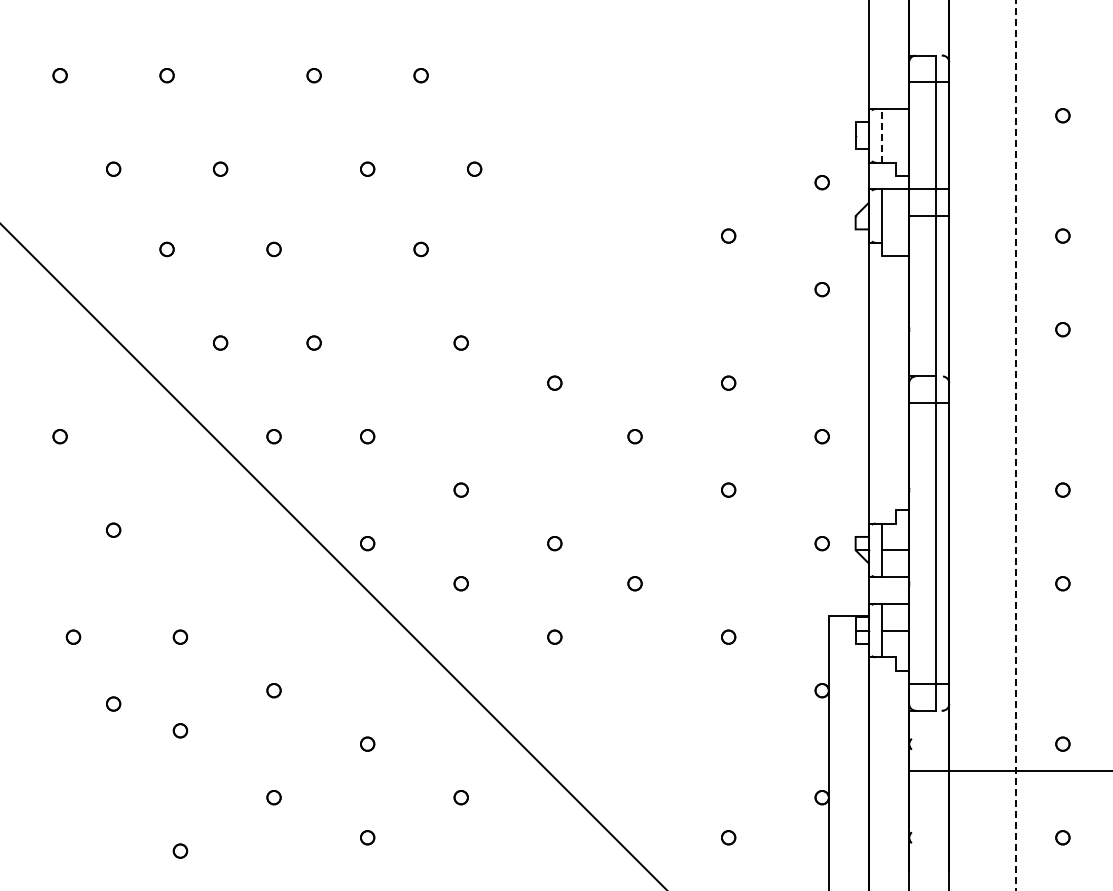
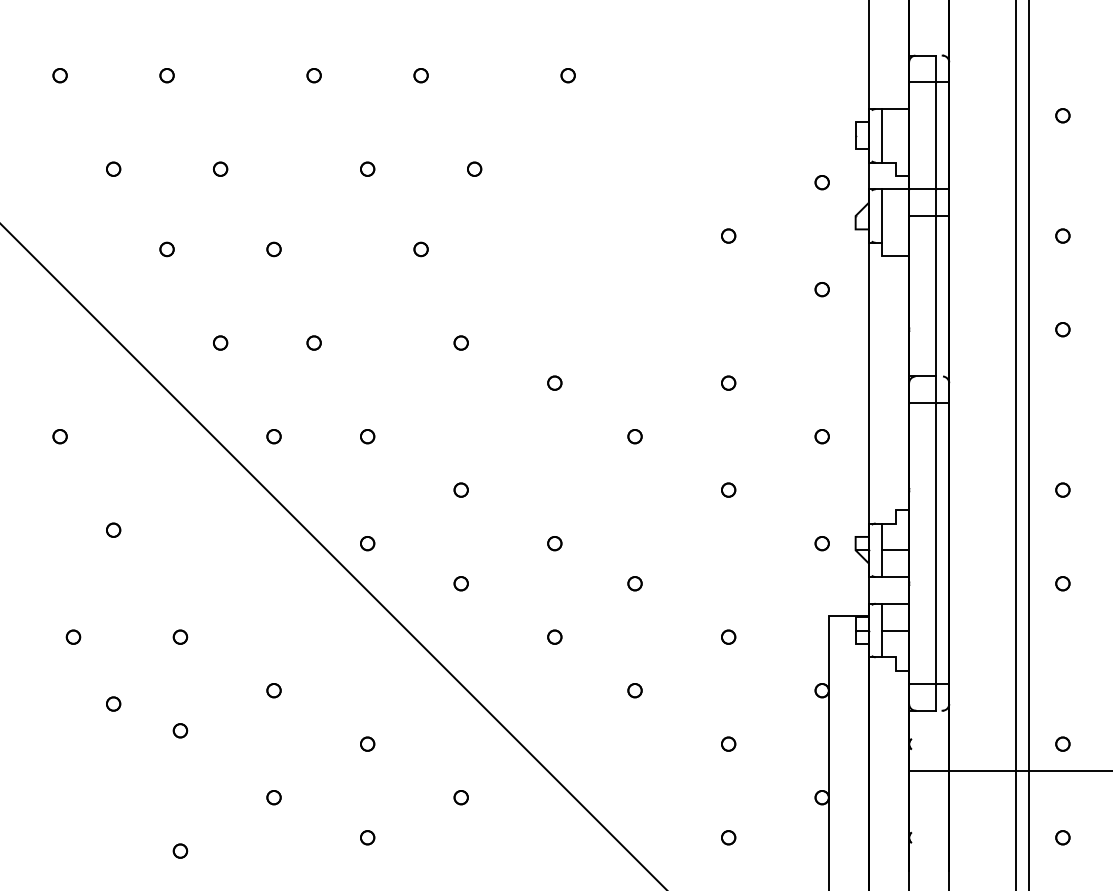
part at (567, 75): none -> present
line at (882, 135): dashed -> solid
line at (1029, 444): none -> present
line at (1016, 445): dashed -> solid
part at (634, 690): none -> present
part at (728, 743): none -> present
